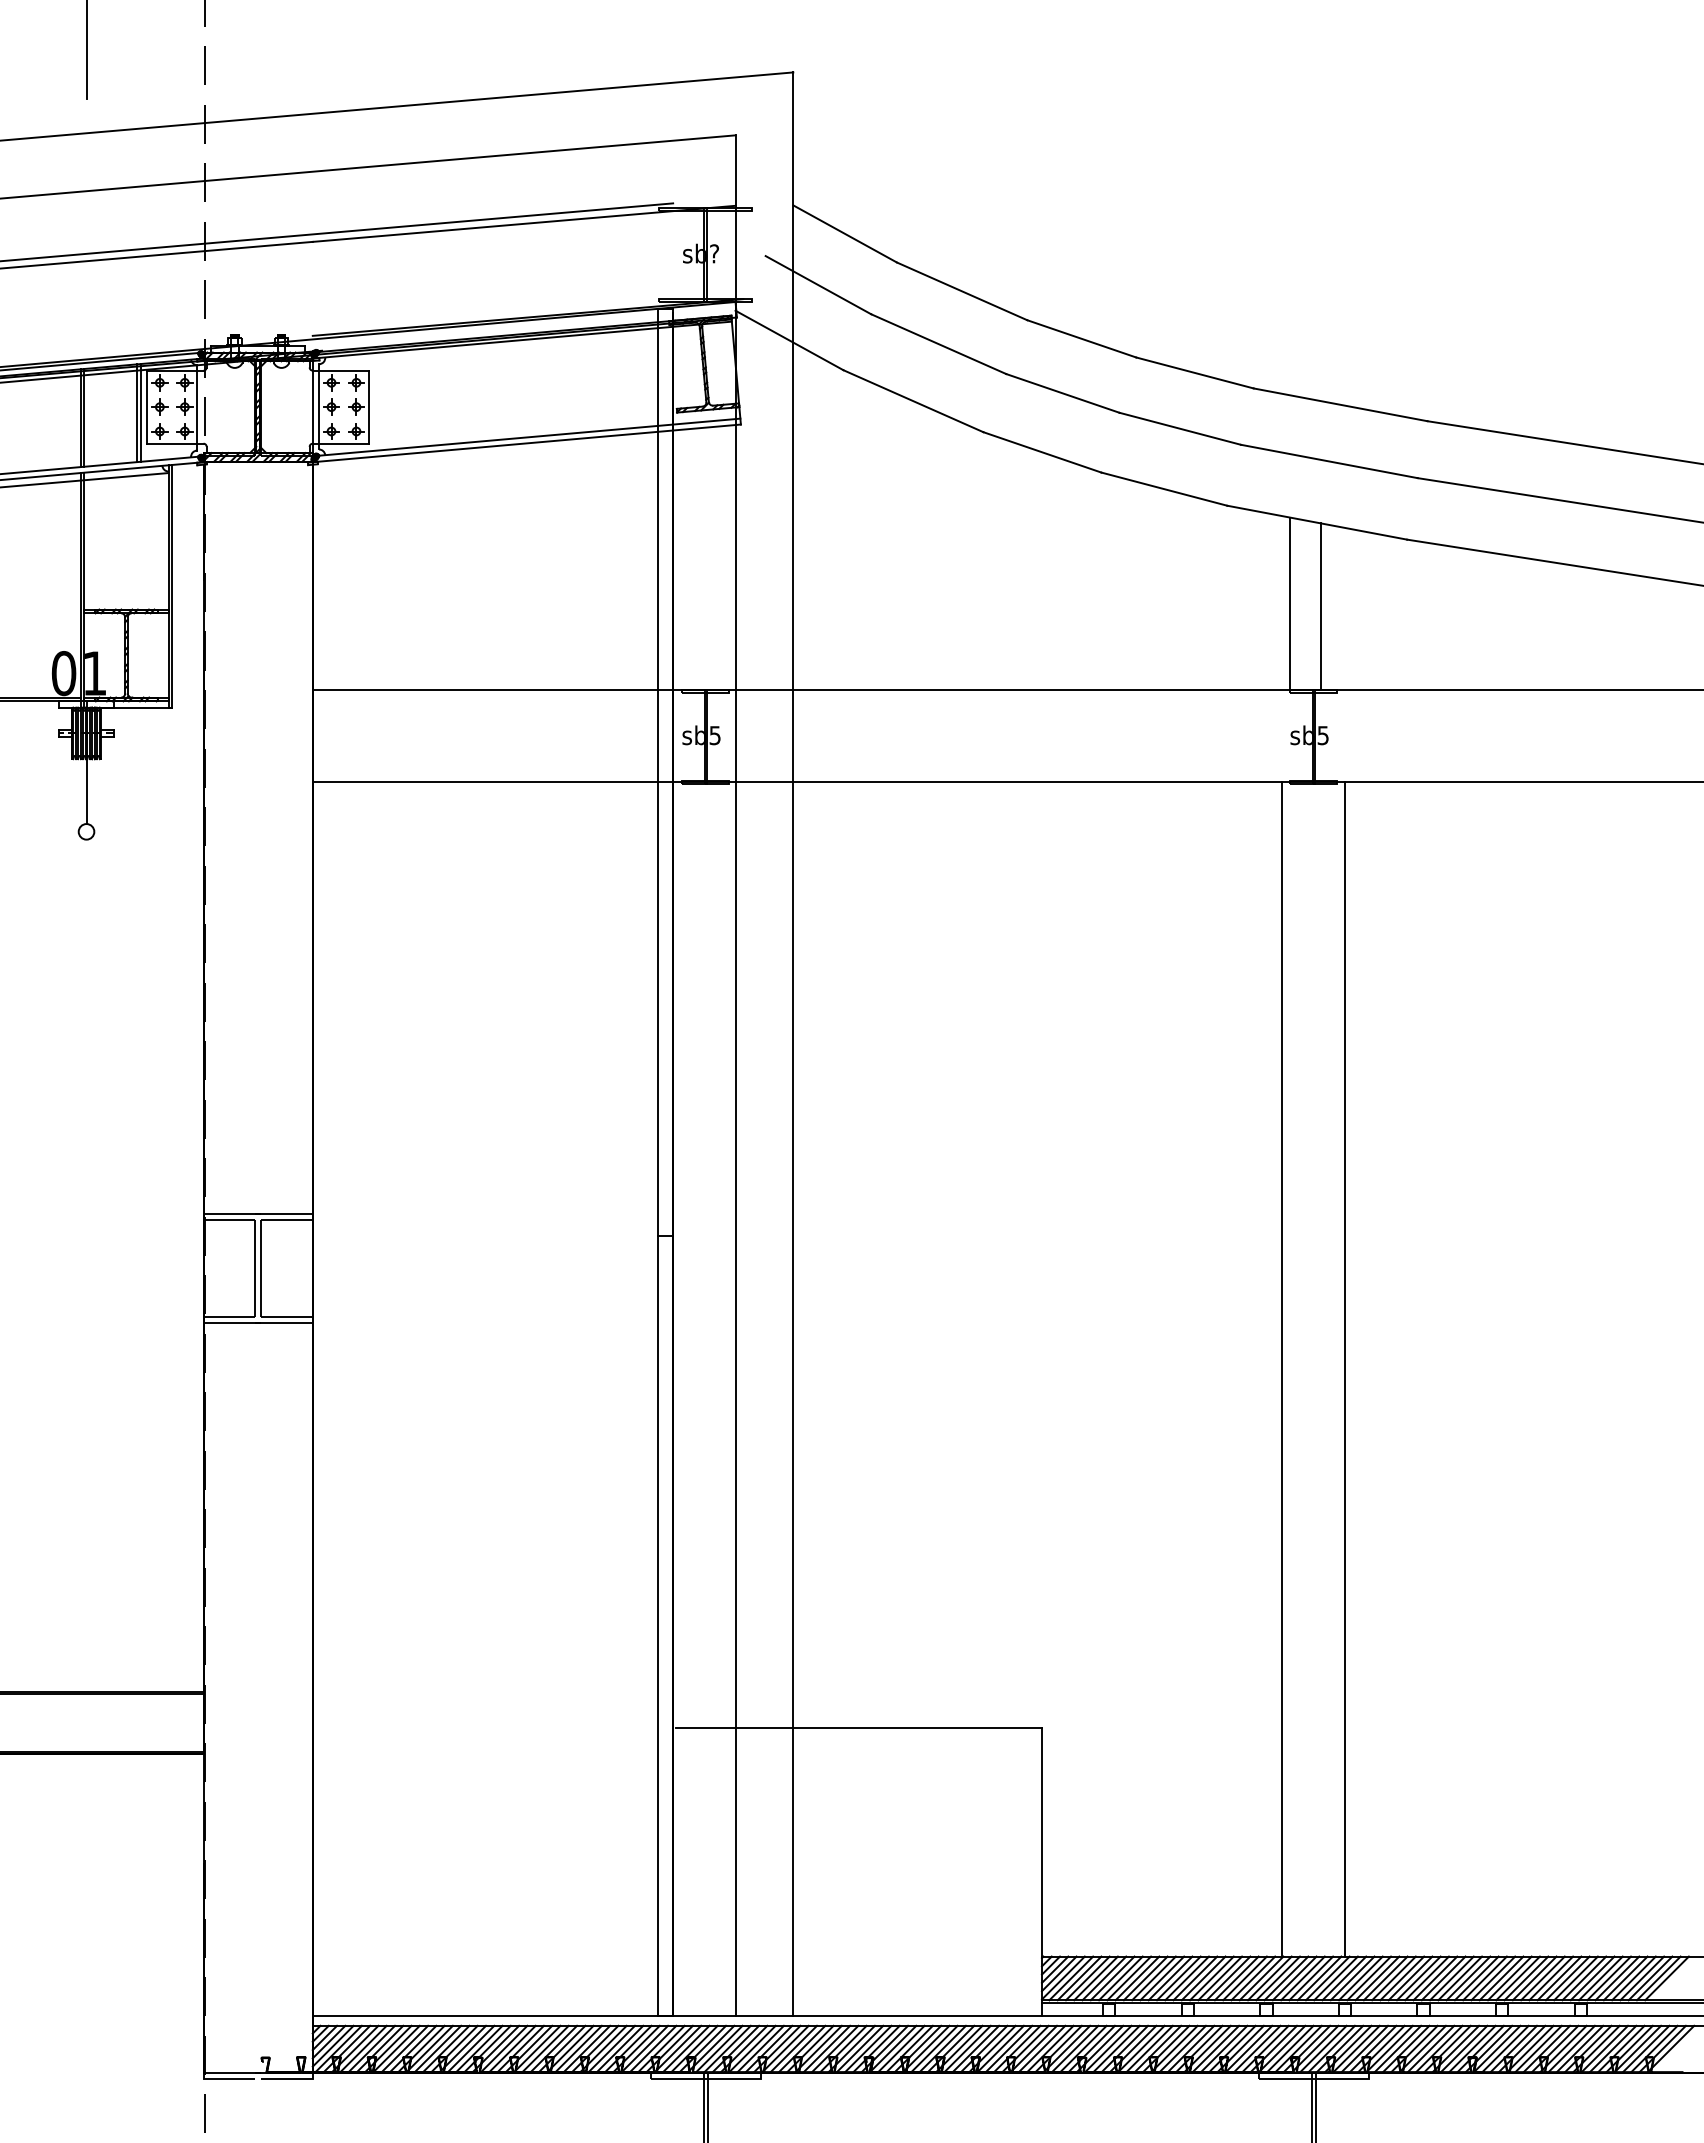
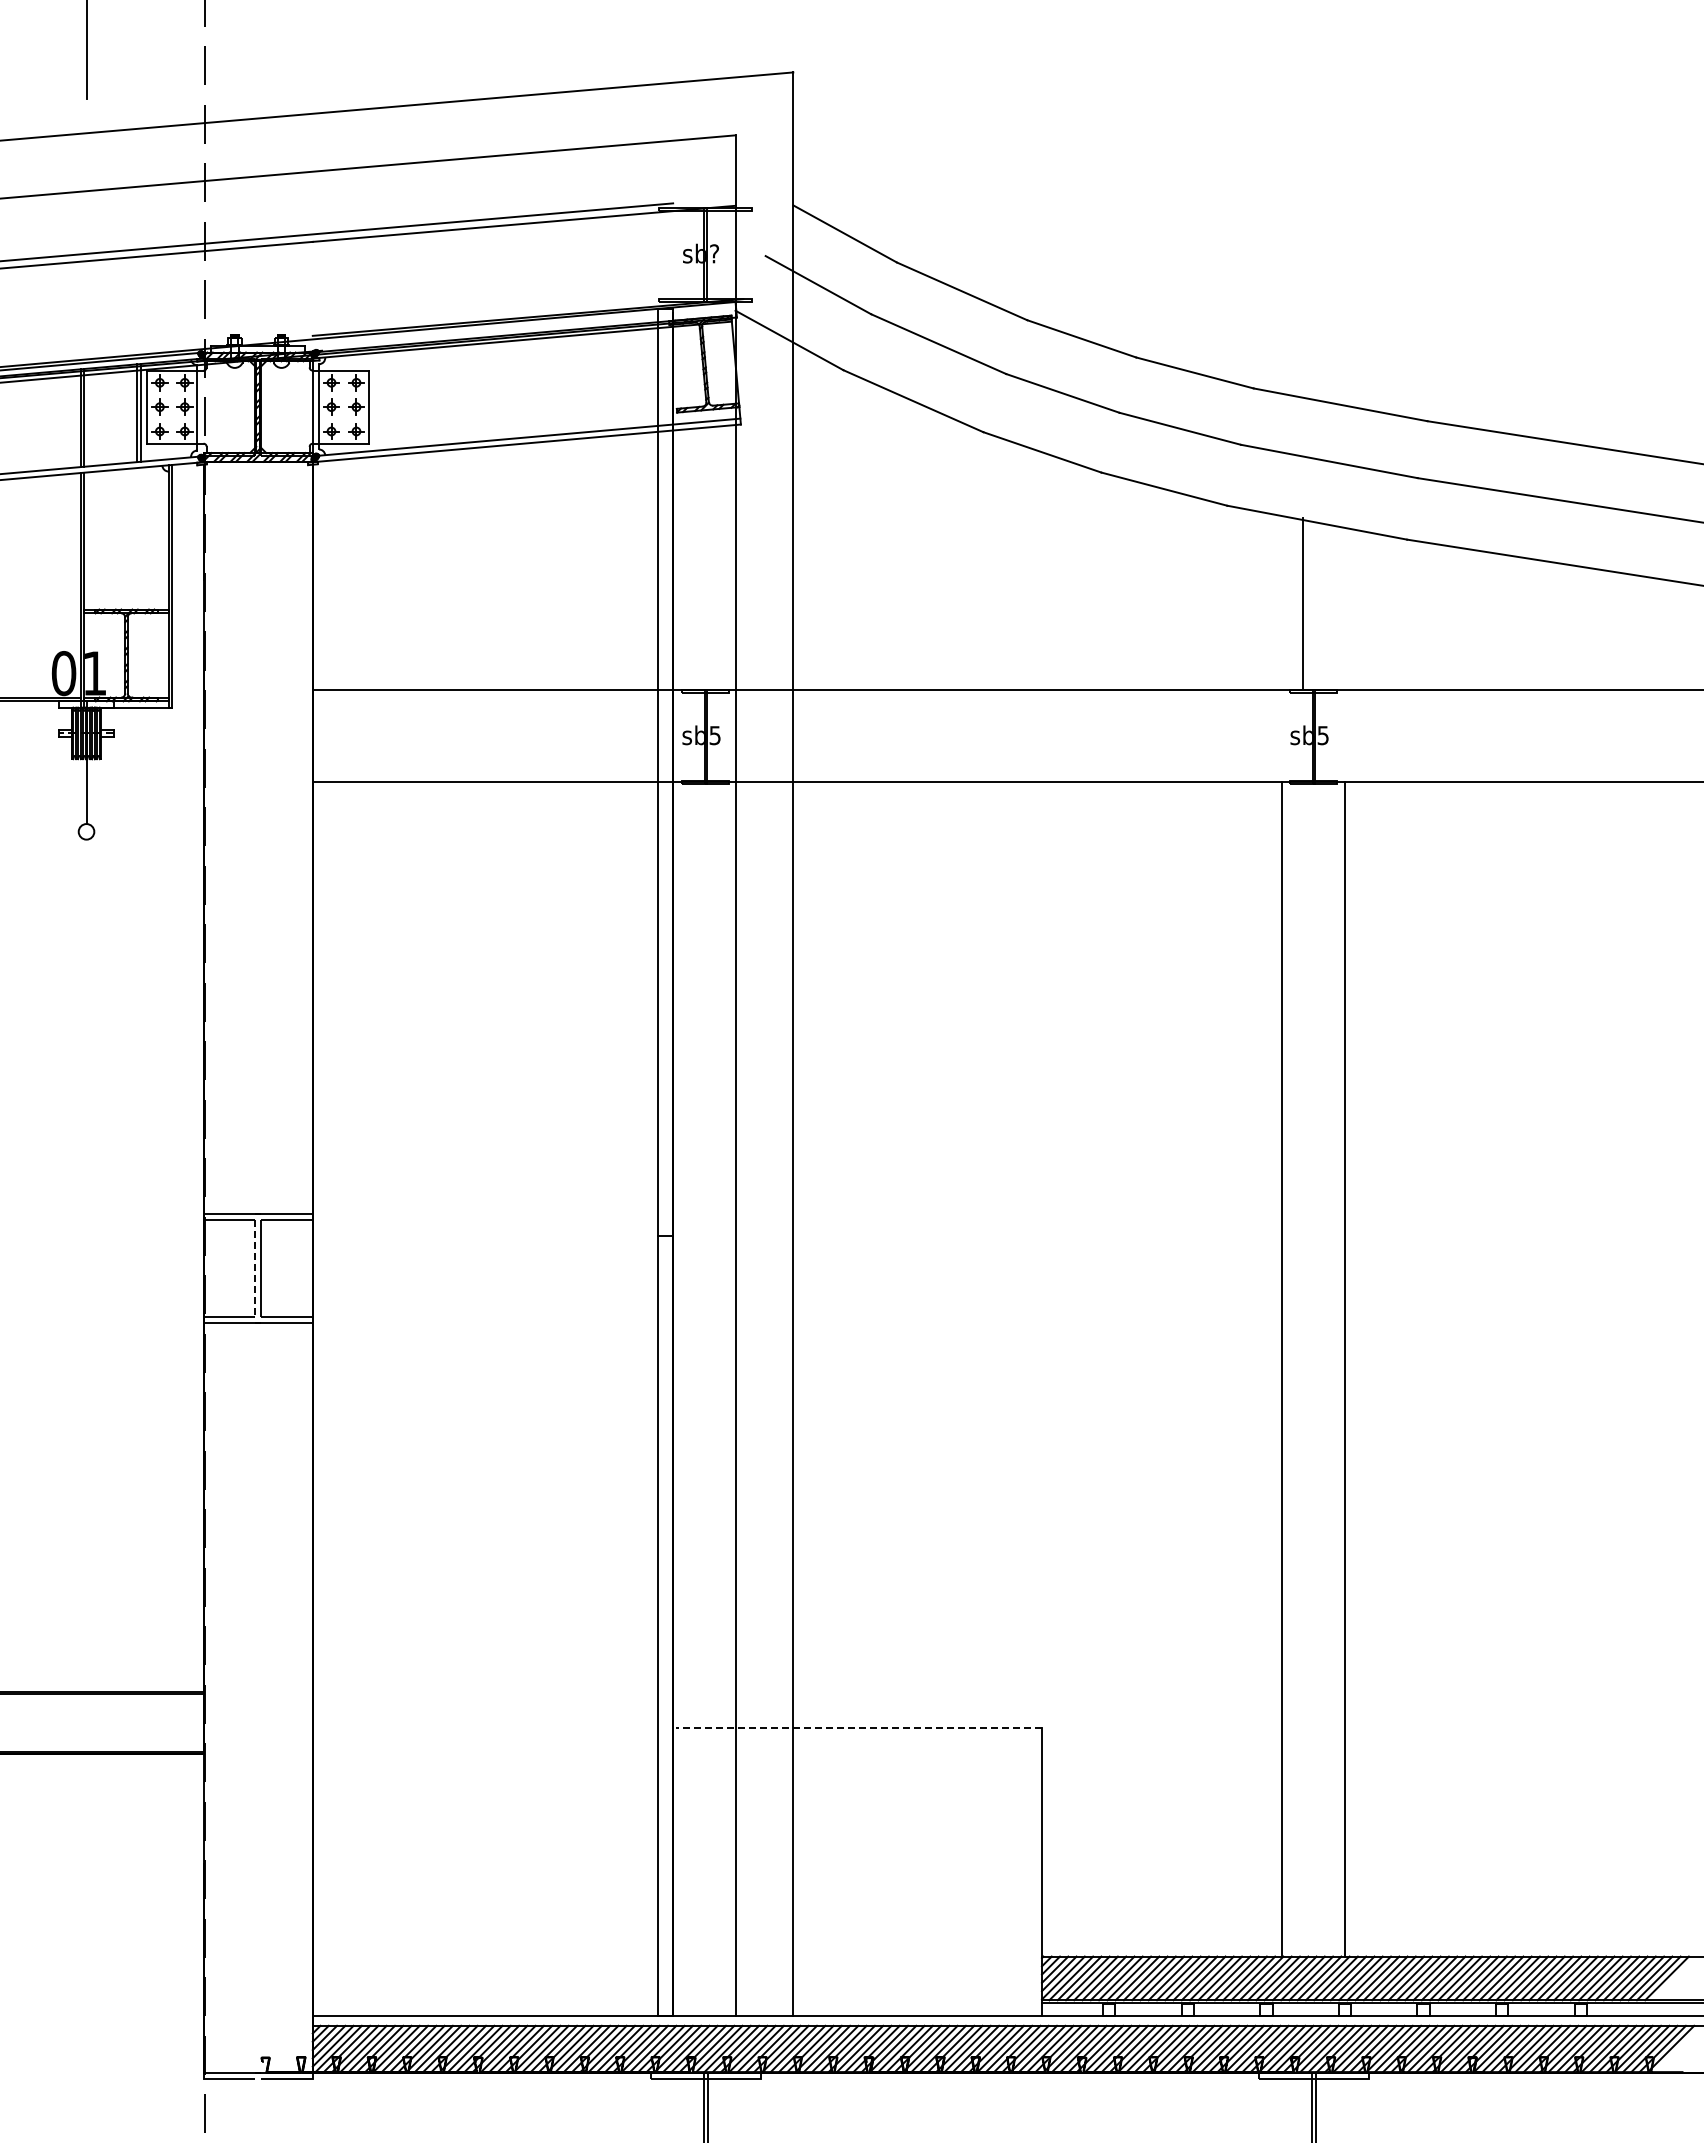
line at (84, 480): present -> none
line at (1290, 603) position: (1290, 603) -> (1303, 603)
line at (1321, 606): present -> none
line at (255, 1269): solid -> dashed
line at (859, 1727): solid -> dashed
